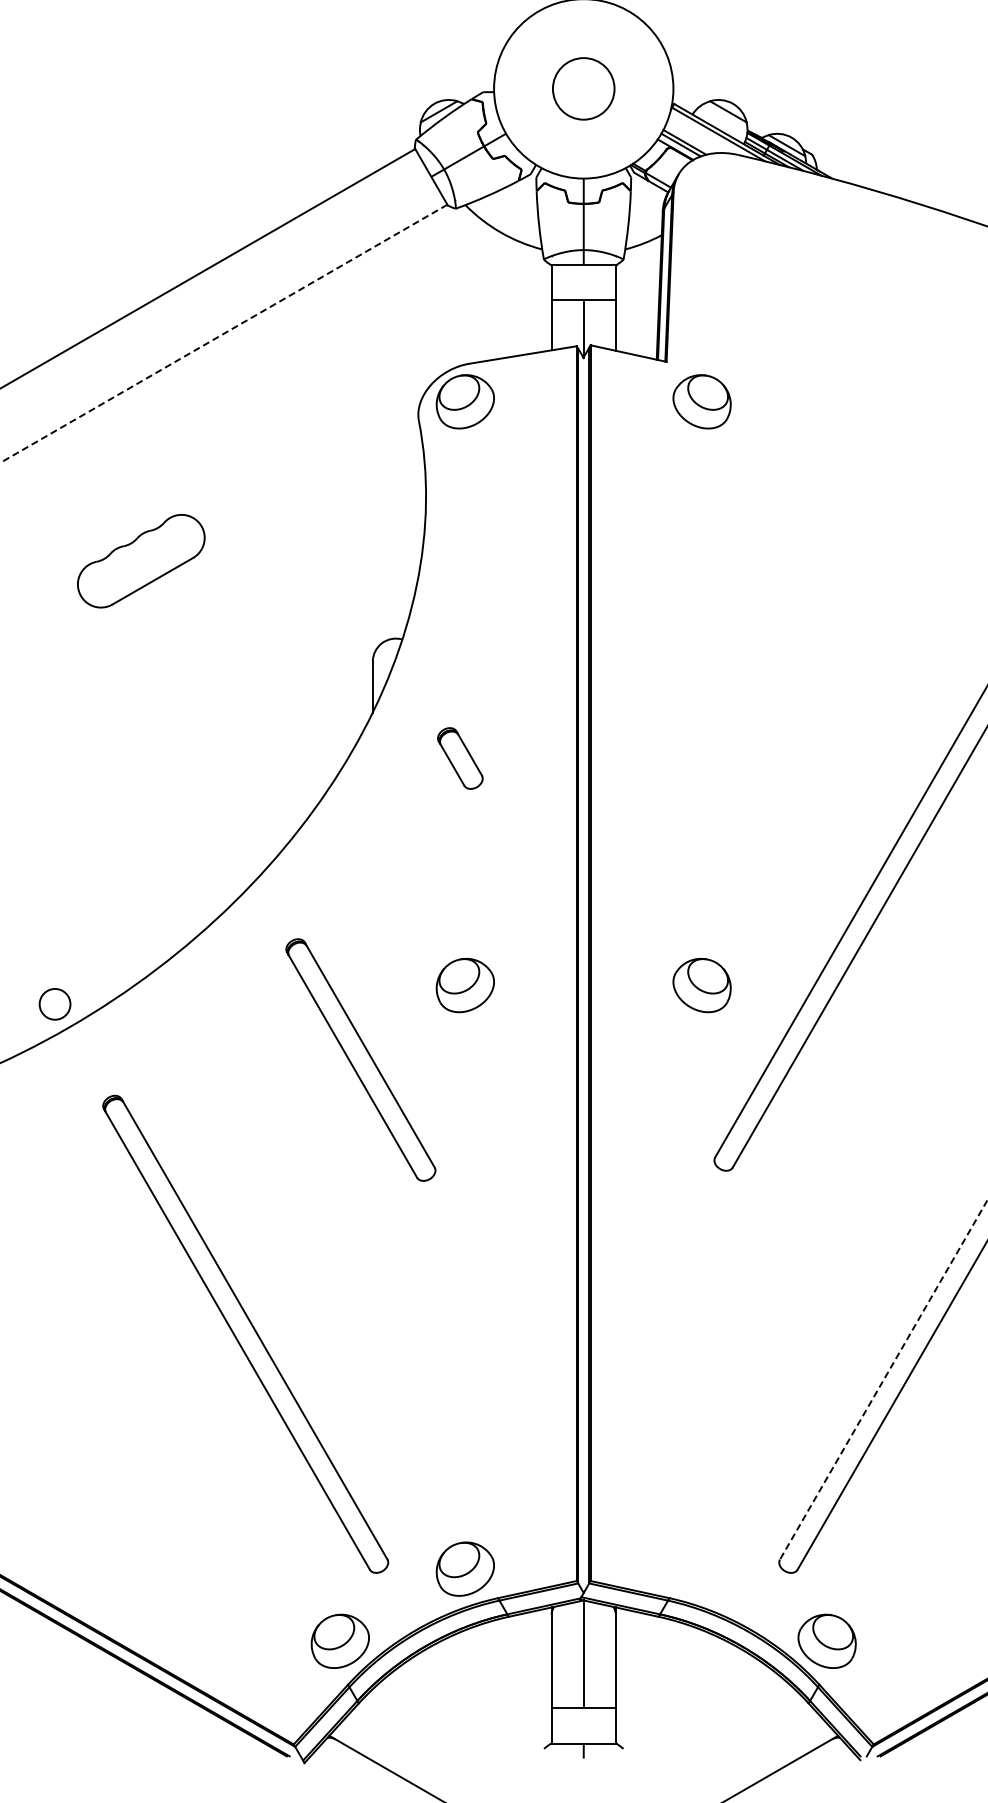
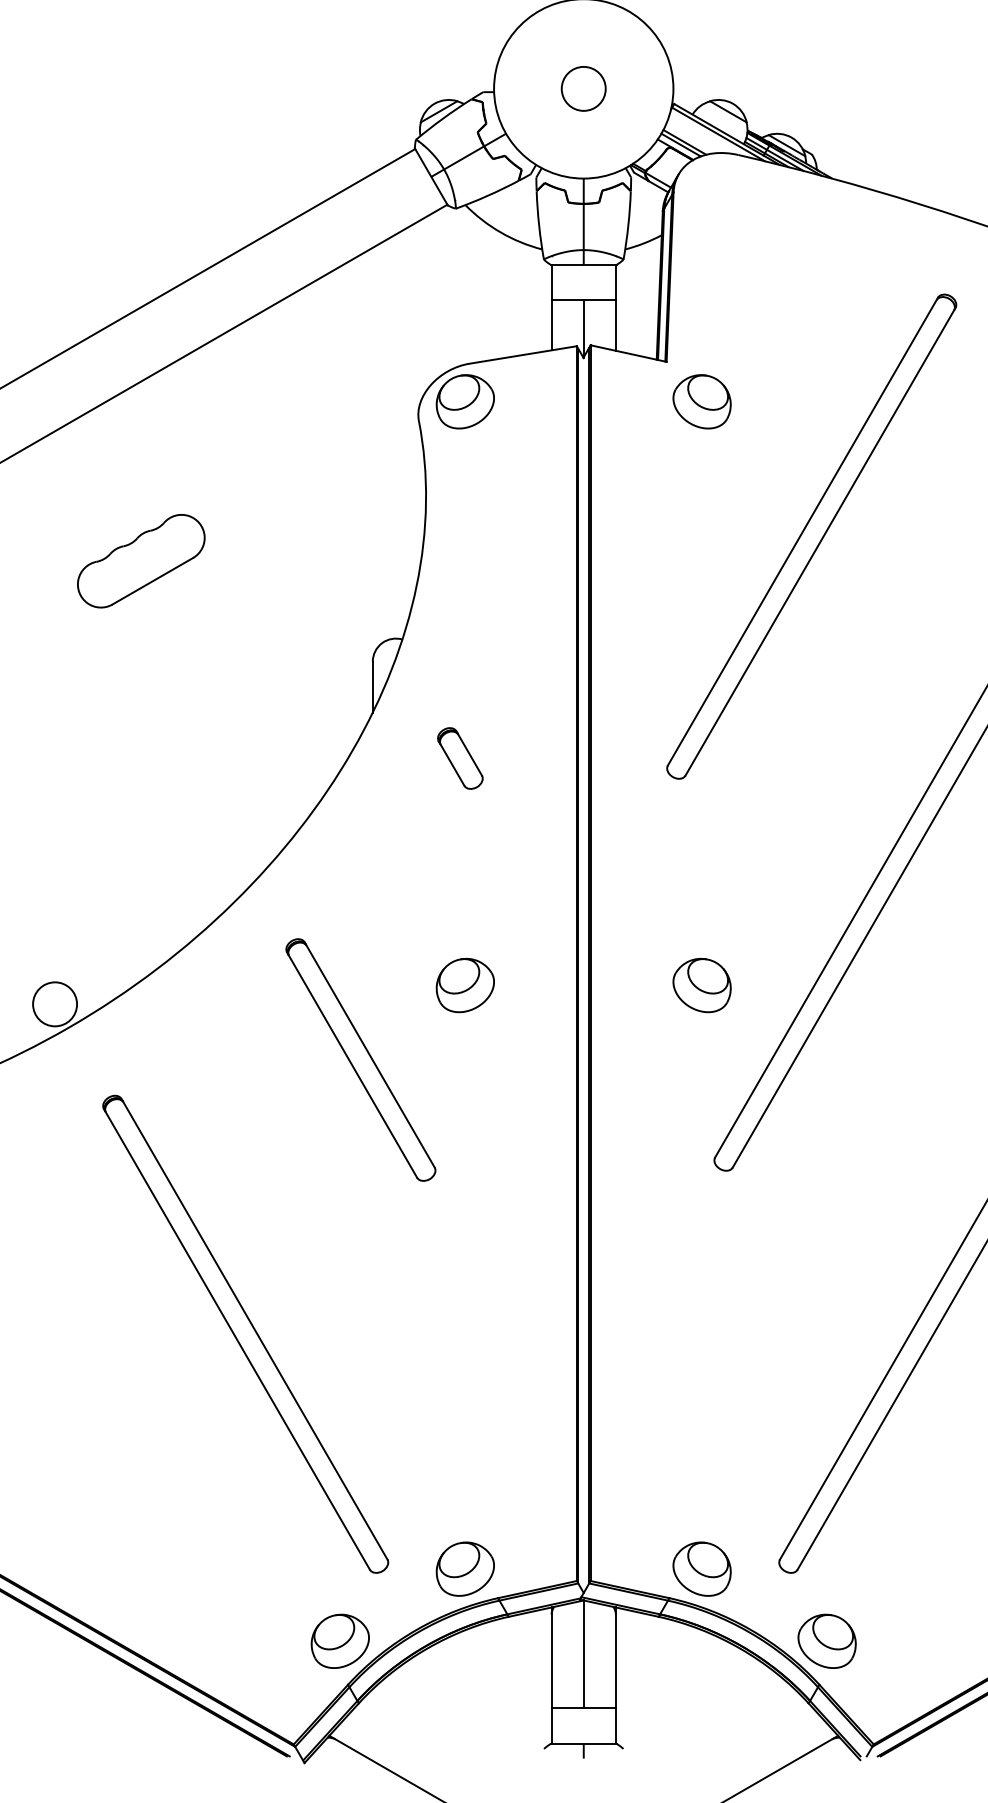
circle at (583, 88) diameter: 62 px -> 44 px
line at (224, 333): dashed -> solid
part at (811, 536): none -> present
circle at (54, 1003) diameter: 31 px -> 44 px
line at (883, 1379): dashed -> solid
part at (701, 1568): none -> present
